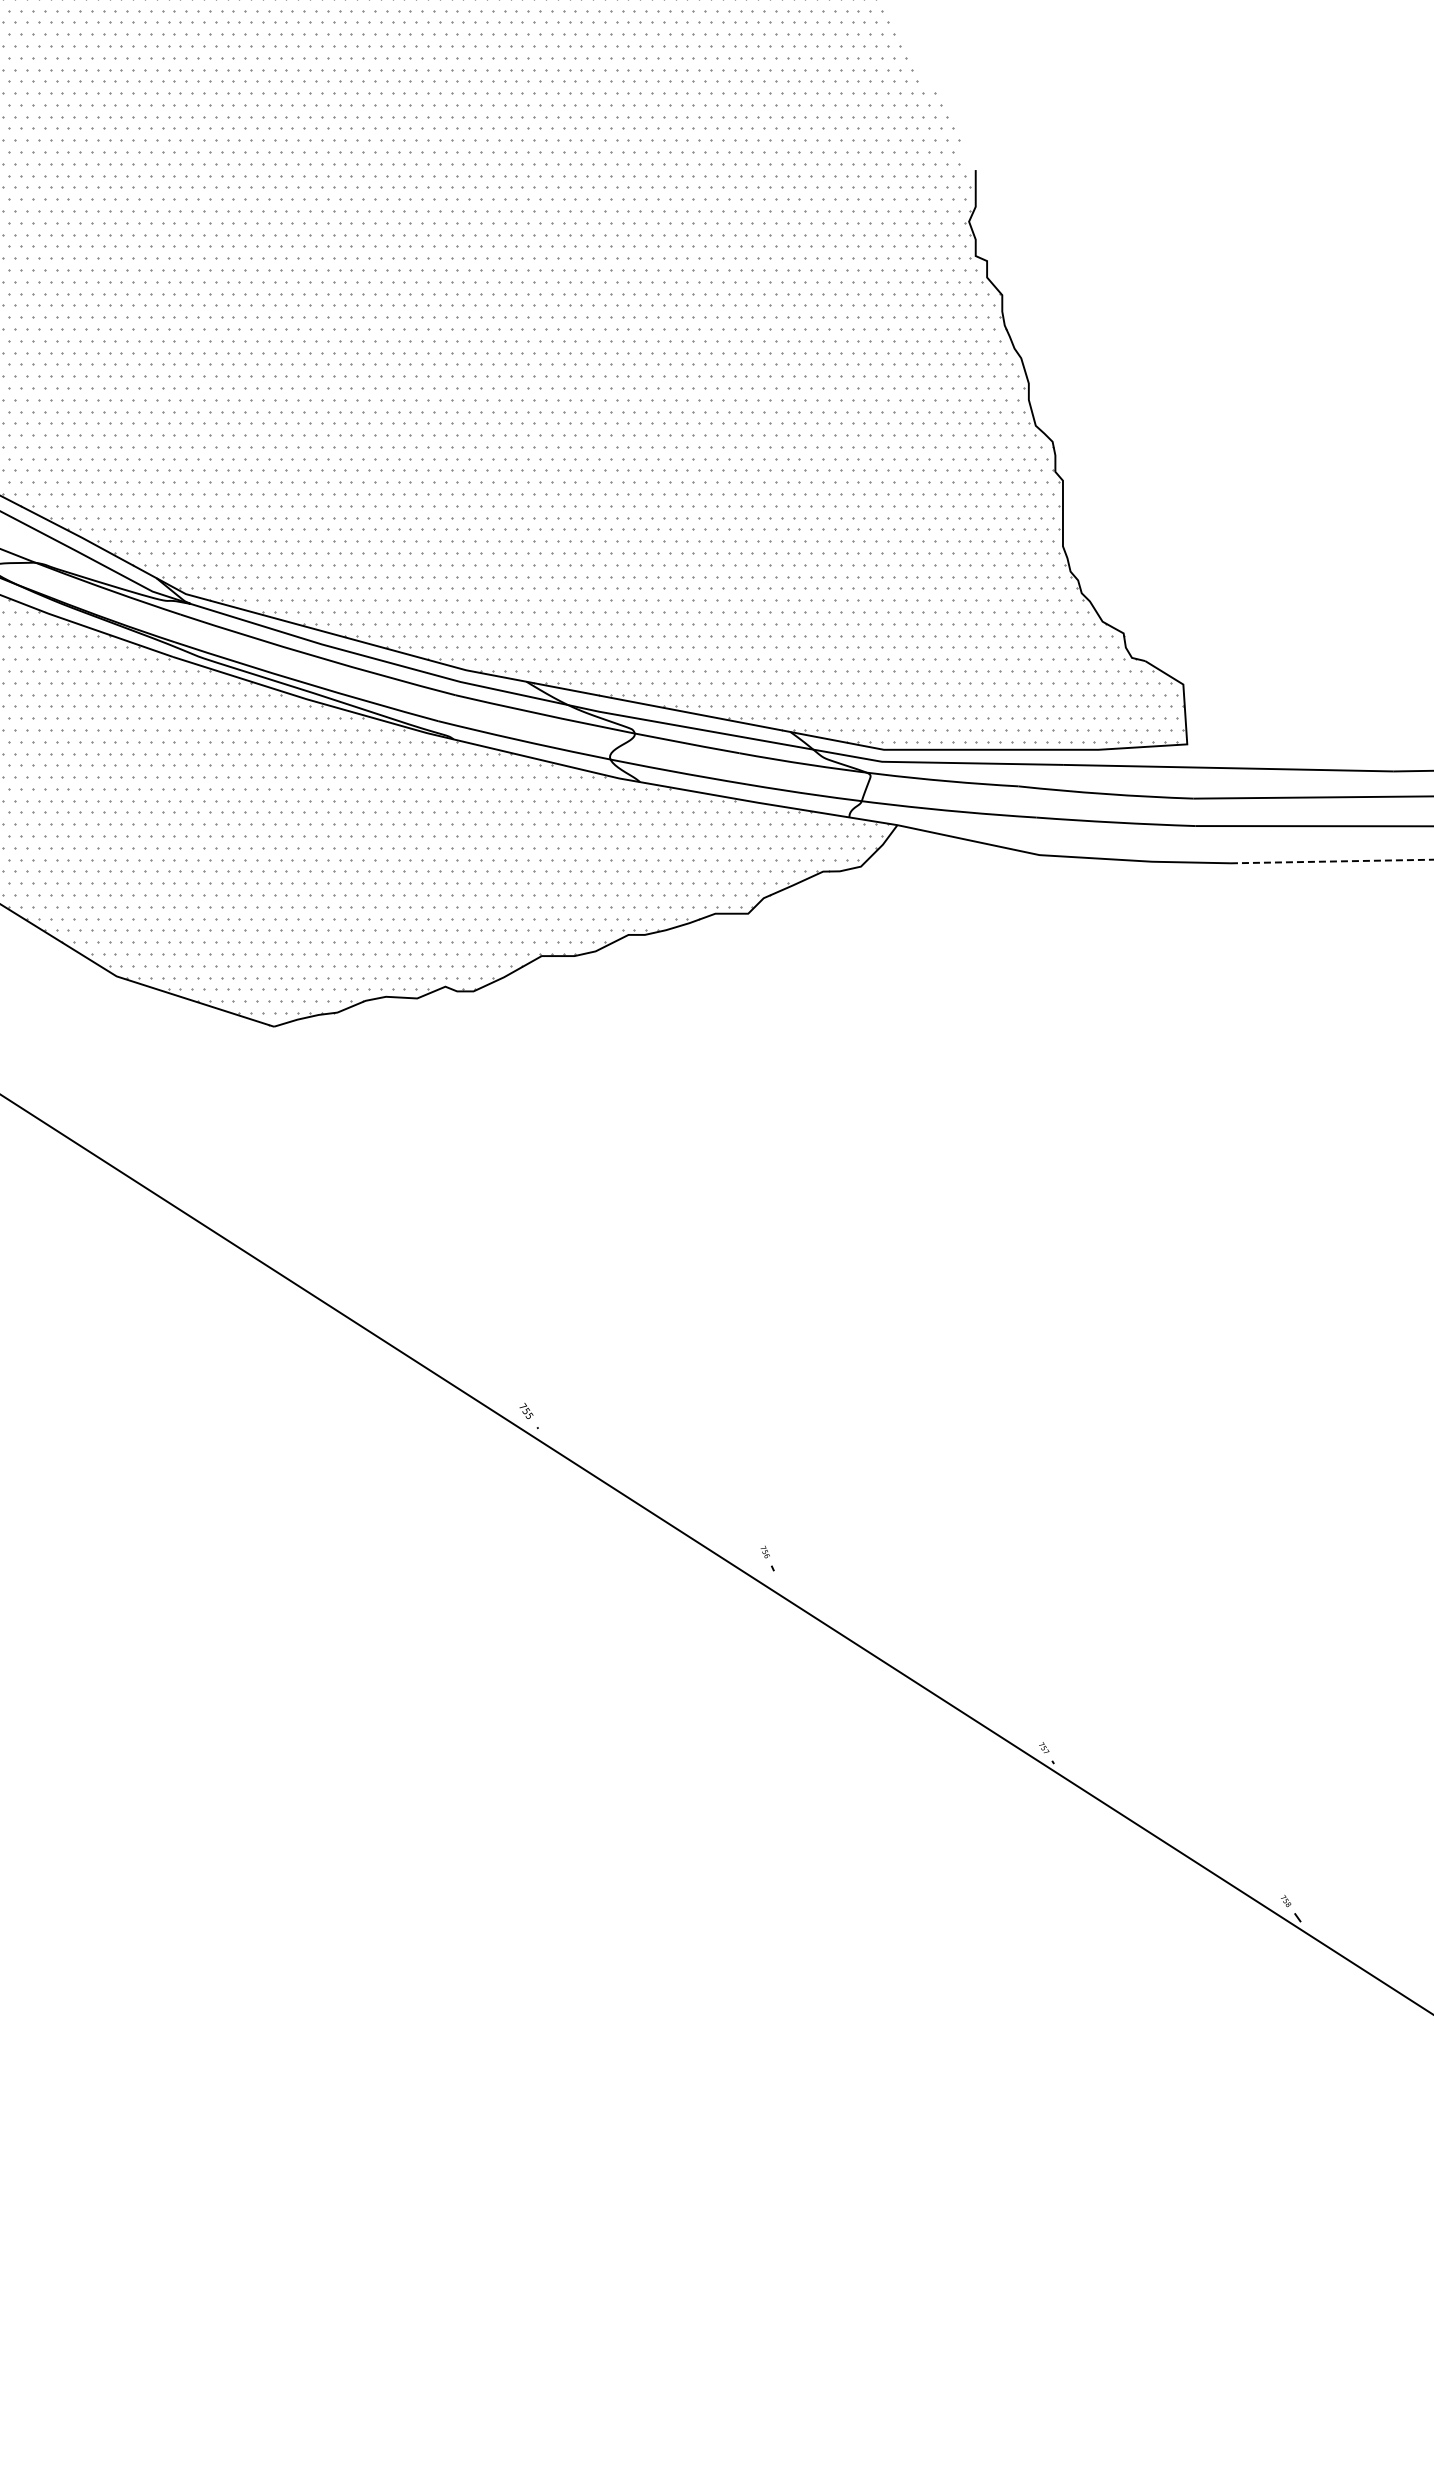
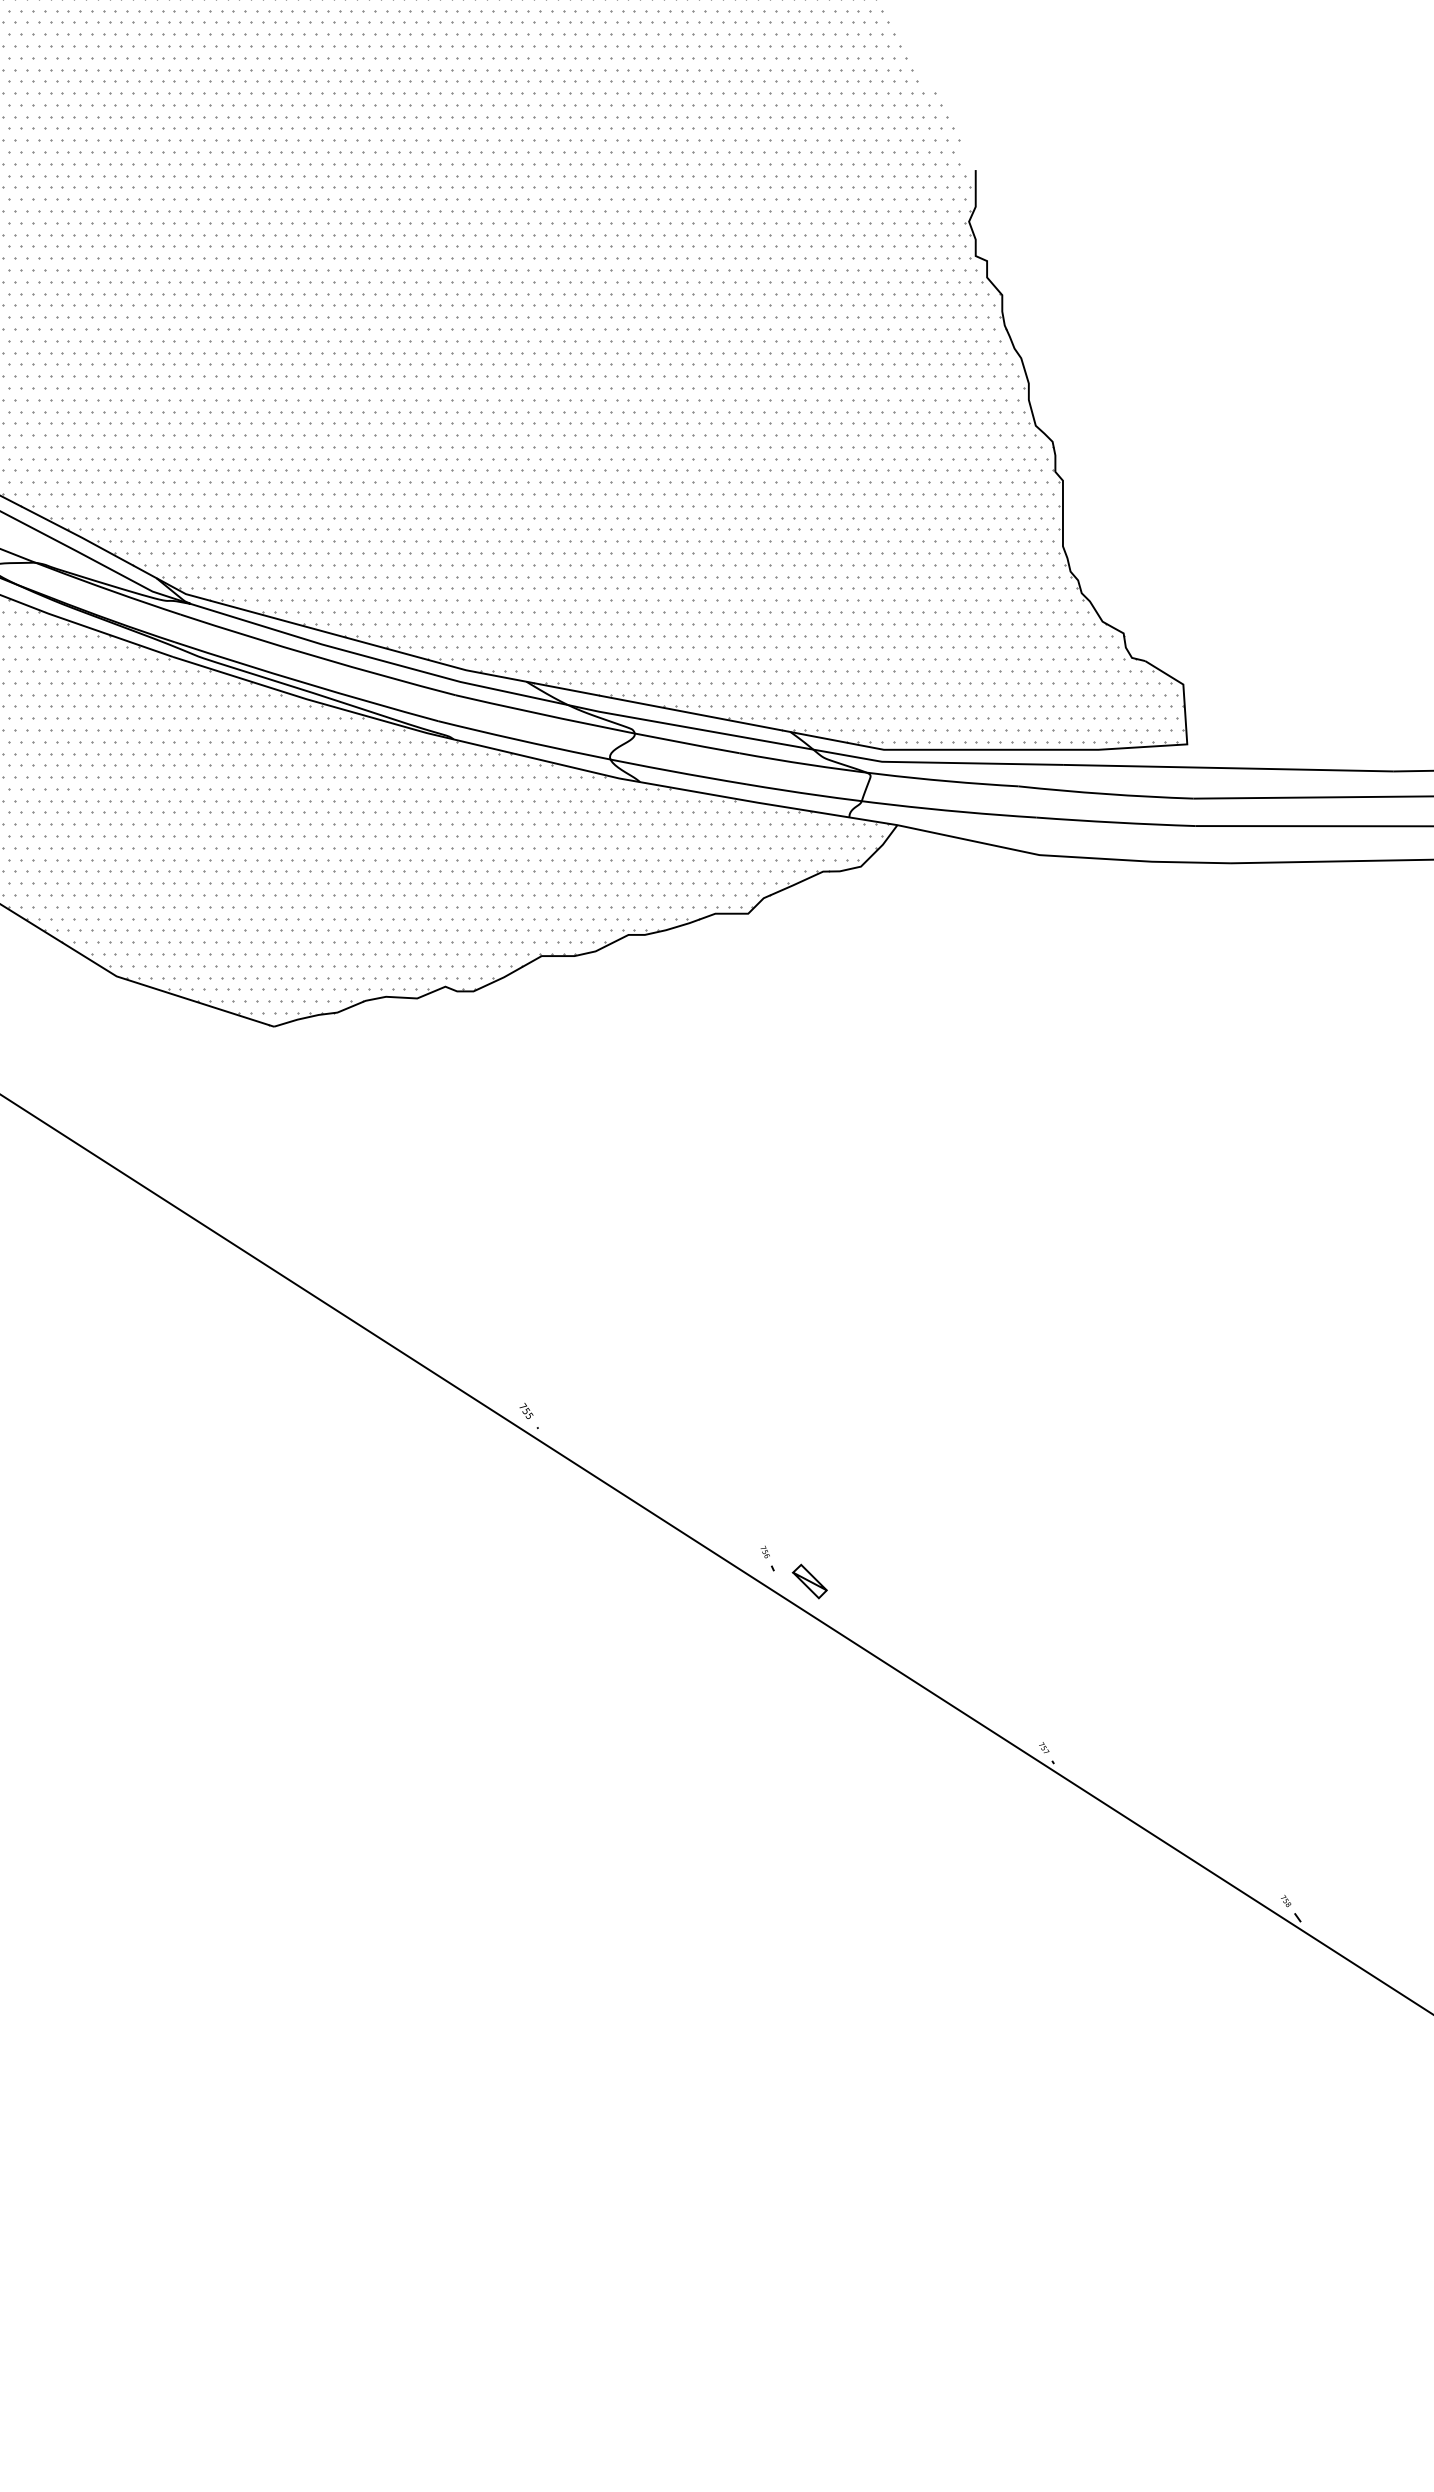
line at (1332, 861): dashed -> solid
curve at (809, 1581): none -> present
